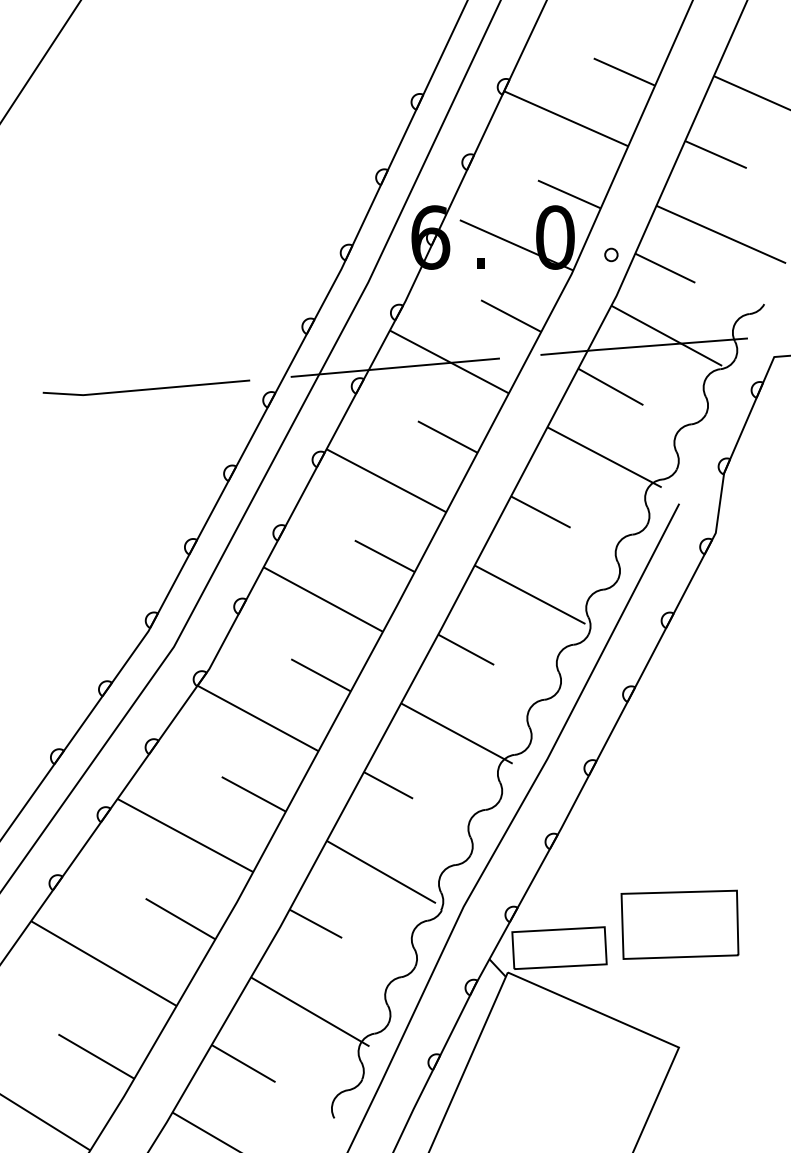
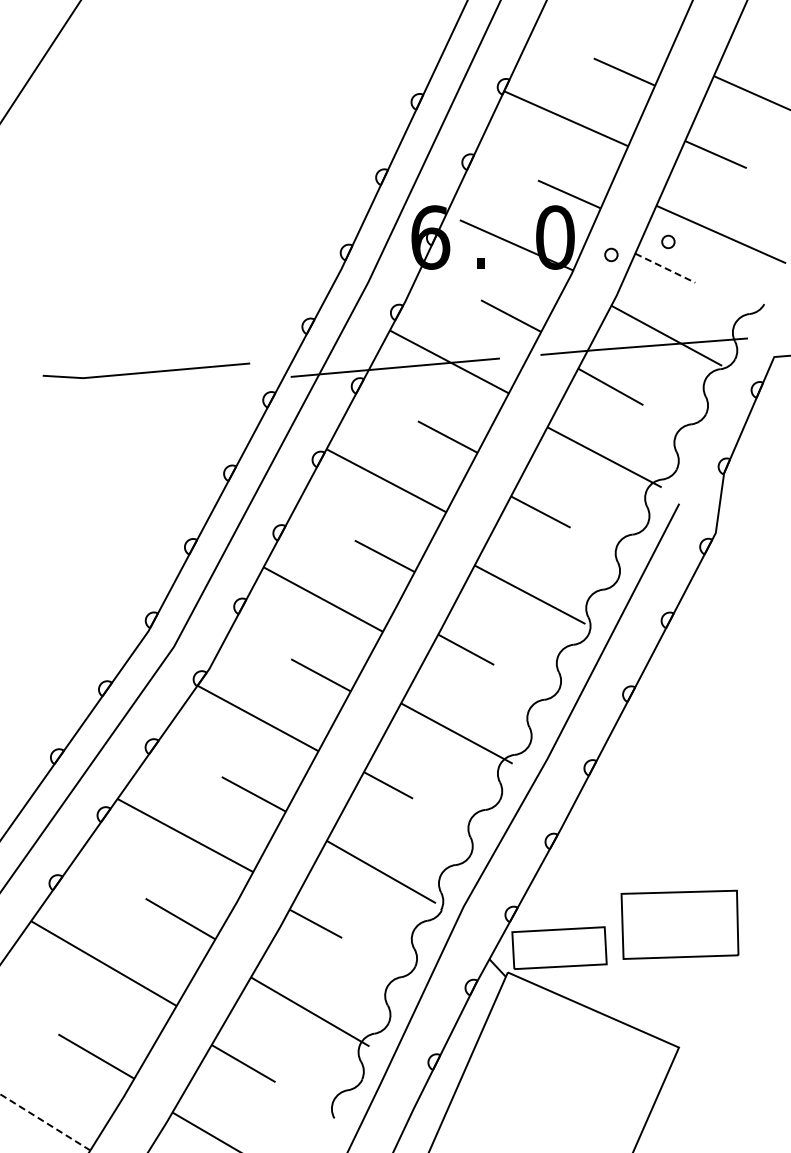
circle at (668, 241): none -> present
line at (665, 268): solid -> dashed
line at (146, 388) position: (146, 388) -> (146, 371)
line at (45, 1122): solid -> dashed
